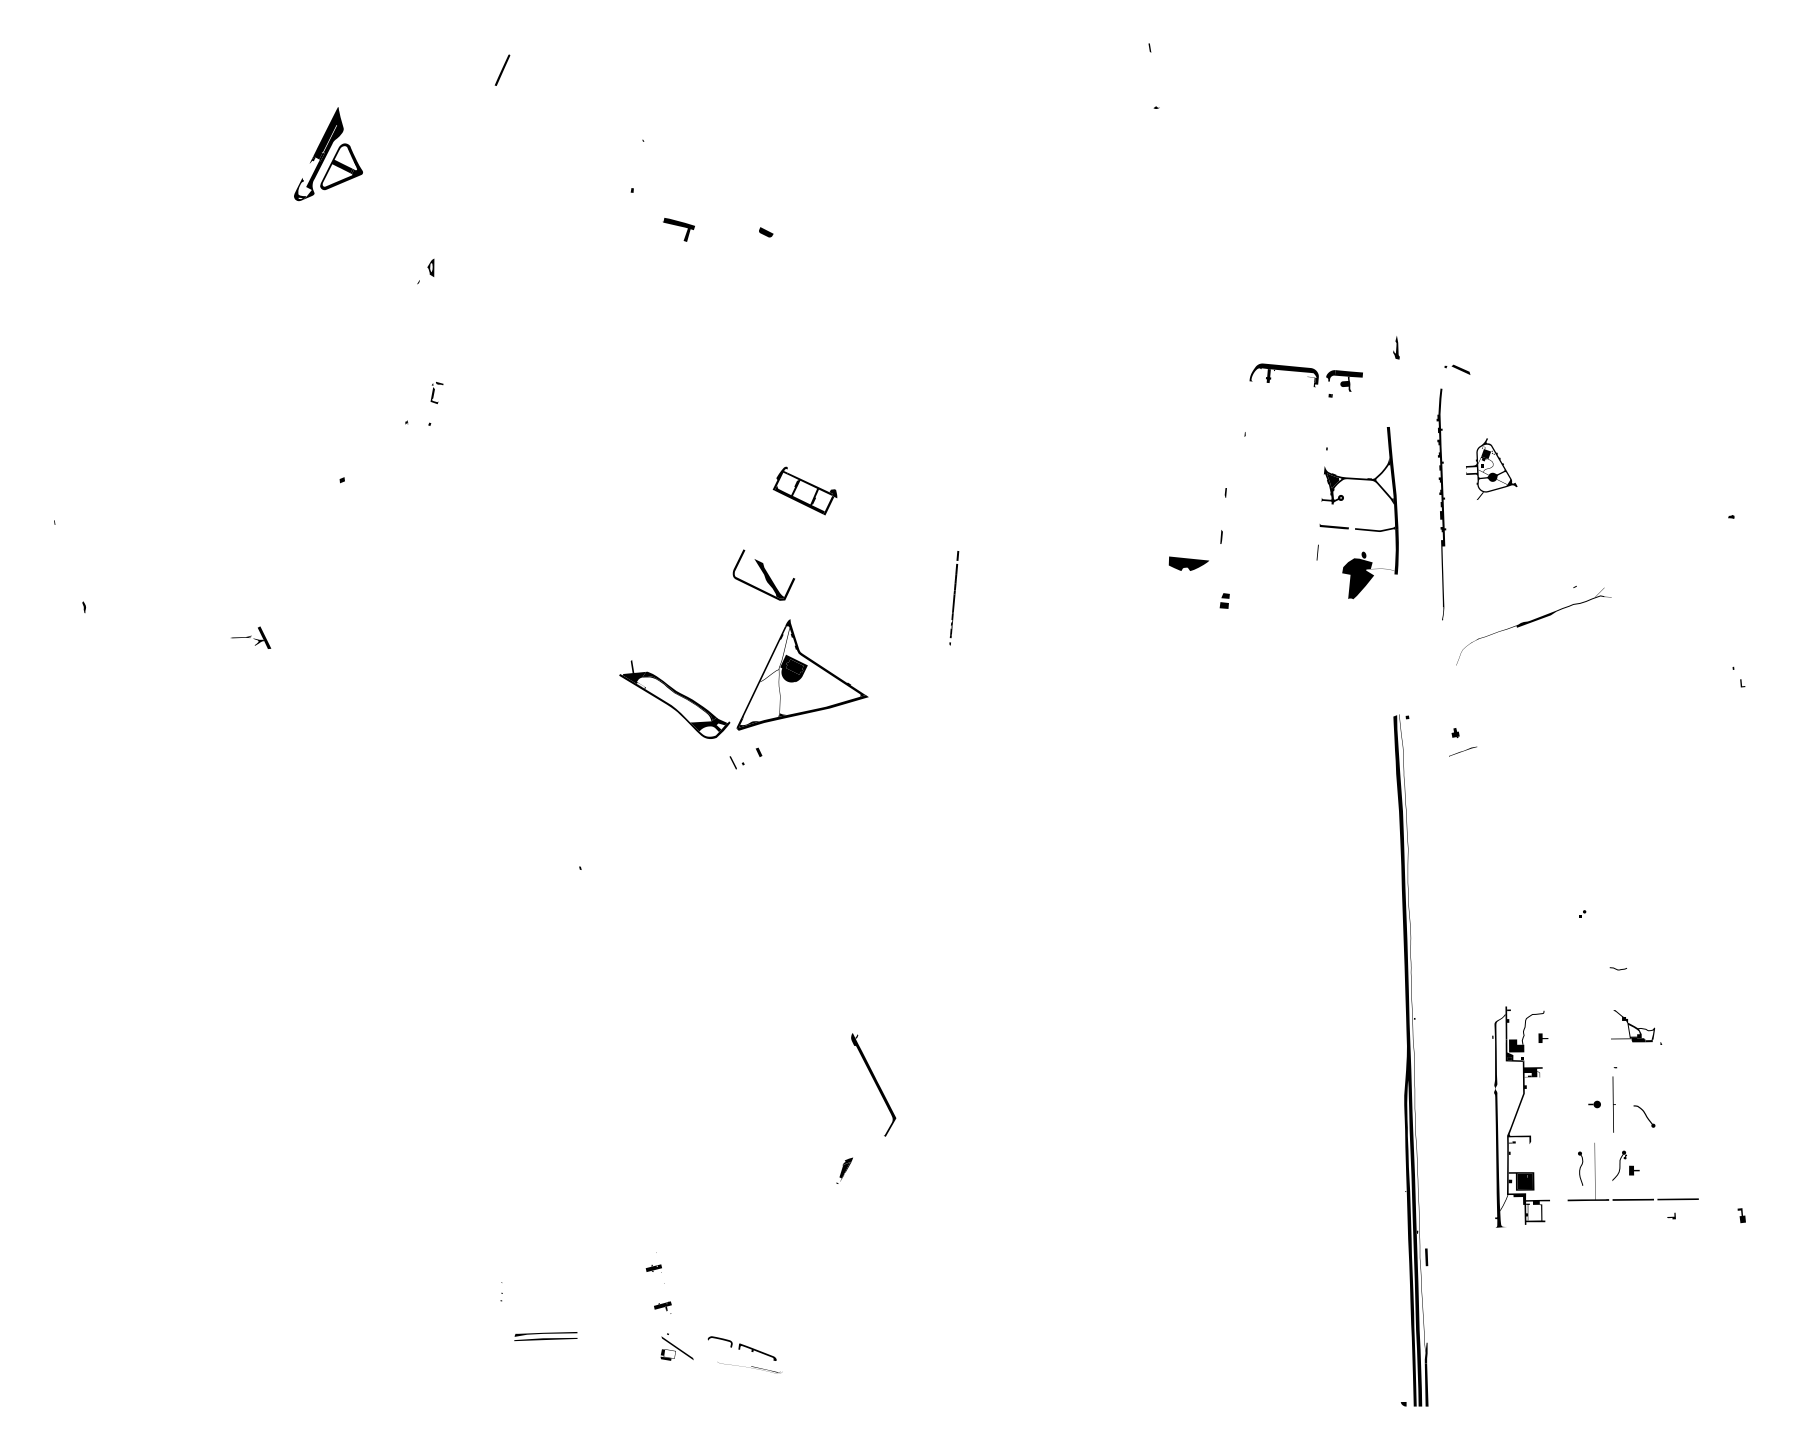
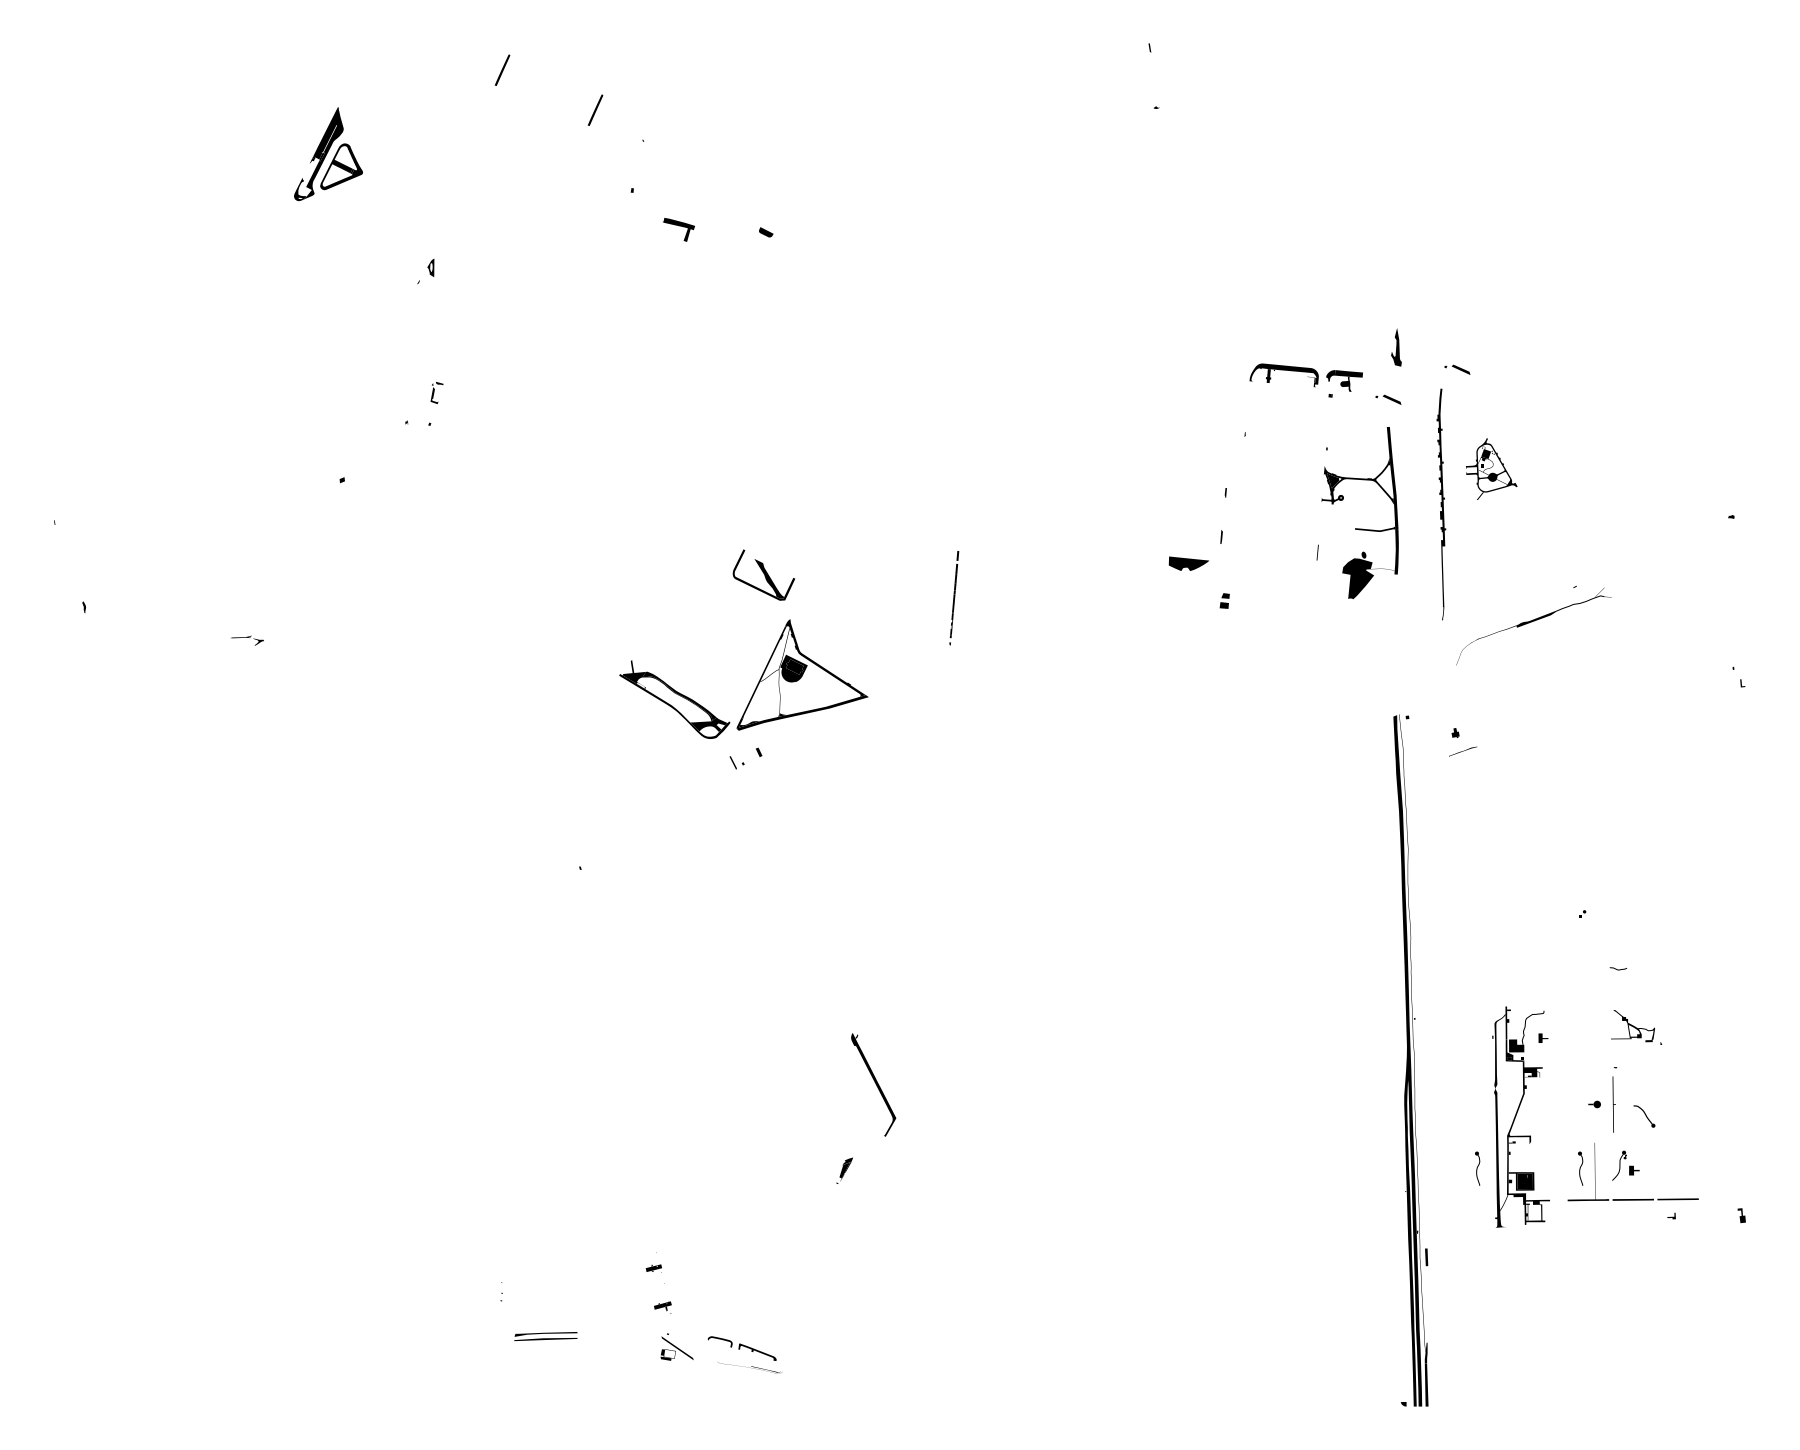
line at (595, 109): none -> present
part at (1396, 347) size: 7x24 px -> 11x39 px
part at (1388, 399): none -> present
part at (804, 490): present -> none
fill at (1334, 526): present -> none
fill at (264, 637): present -> none
fill at (1638, 1039): present -> none
part at (1477, 1168): none -> present
